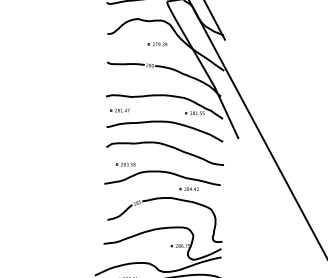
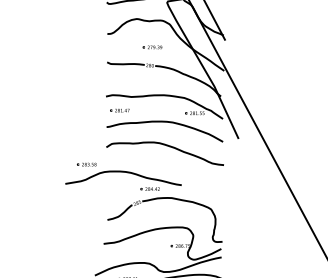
part at (157, 44) position: (157, 44) -> (152, 47)
part at (162, 176) position: (162, 176) -> (123, 176)
